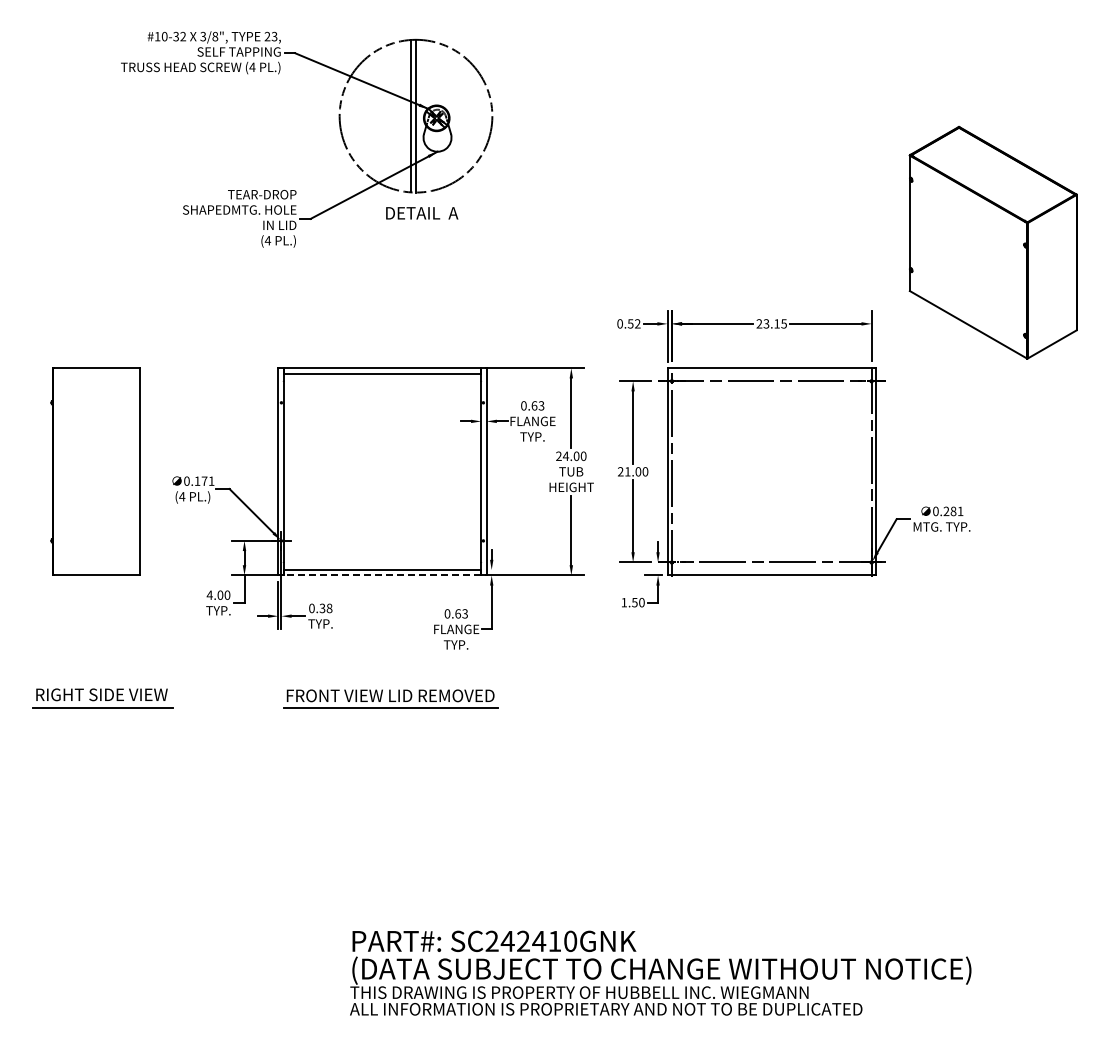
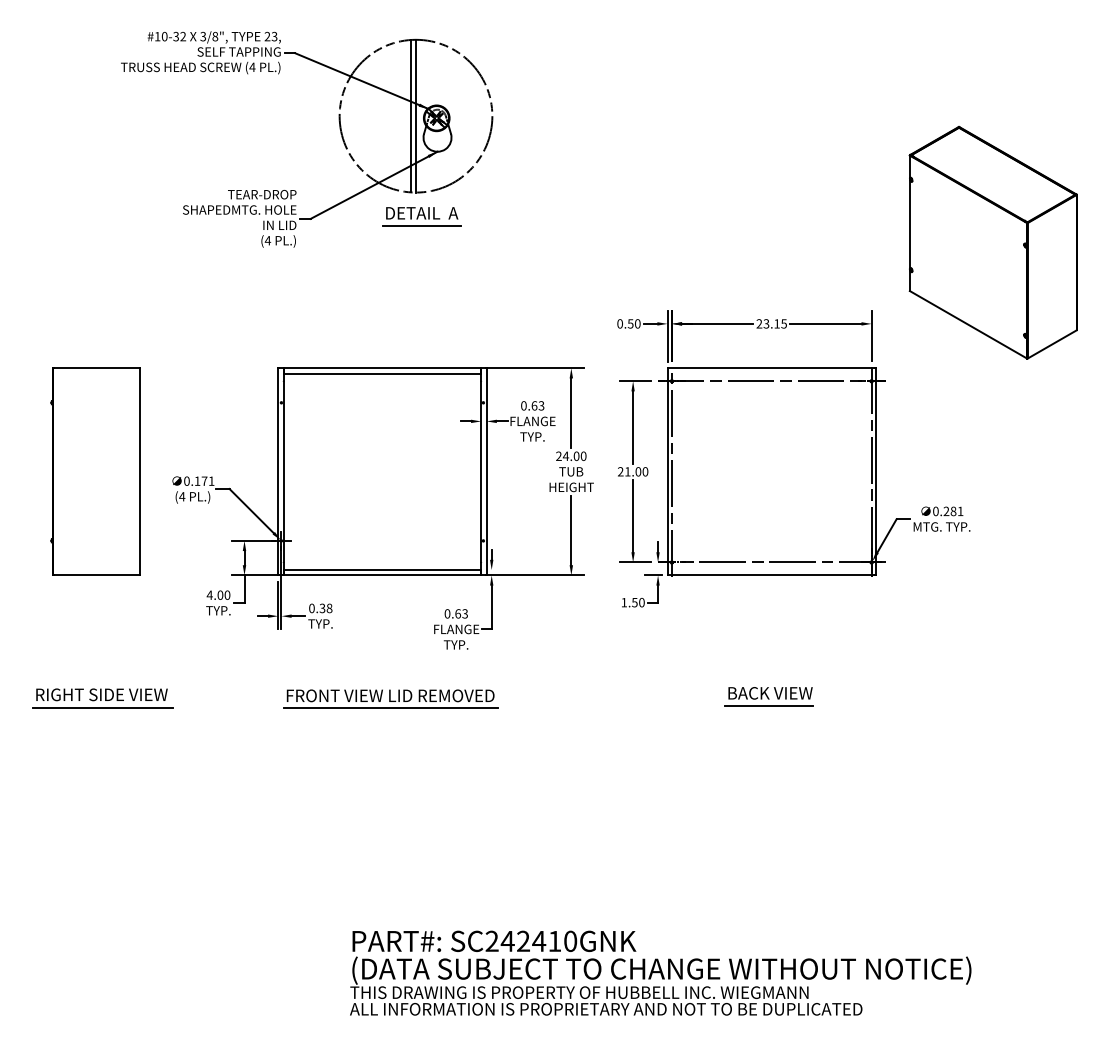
line at (421, 226): none -> present
text at (637, 323): 0.52 -> 0.50
line at (381, 575): dashed -> solid
part at (768, 696): none -> present
